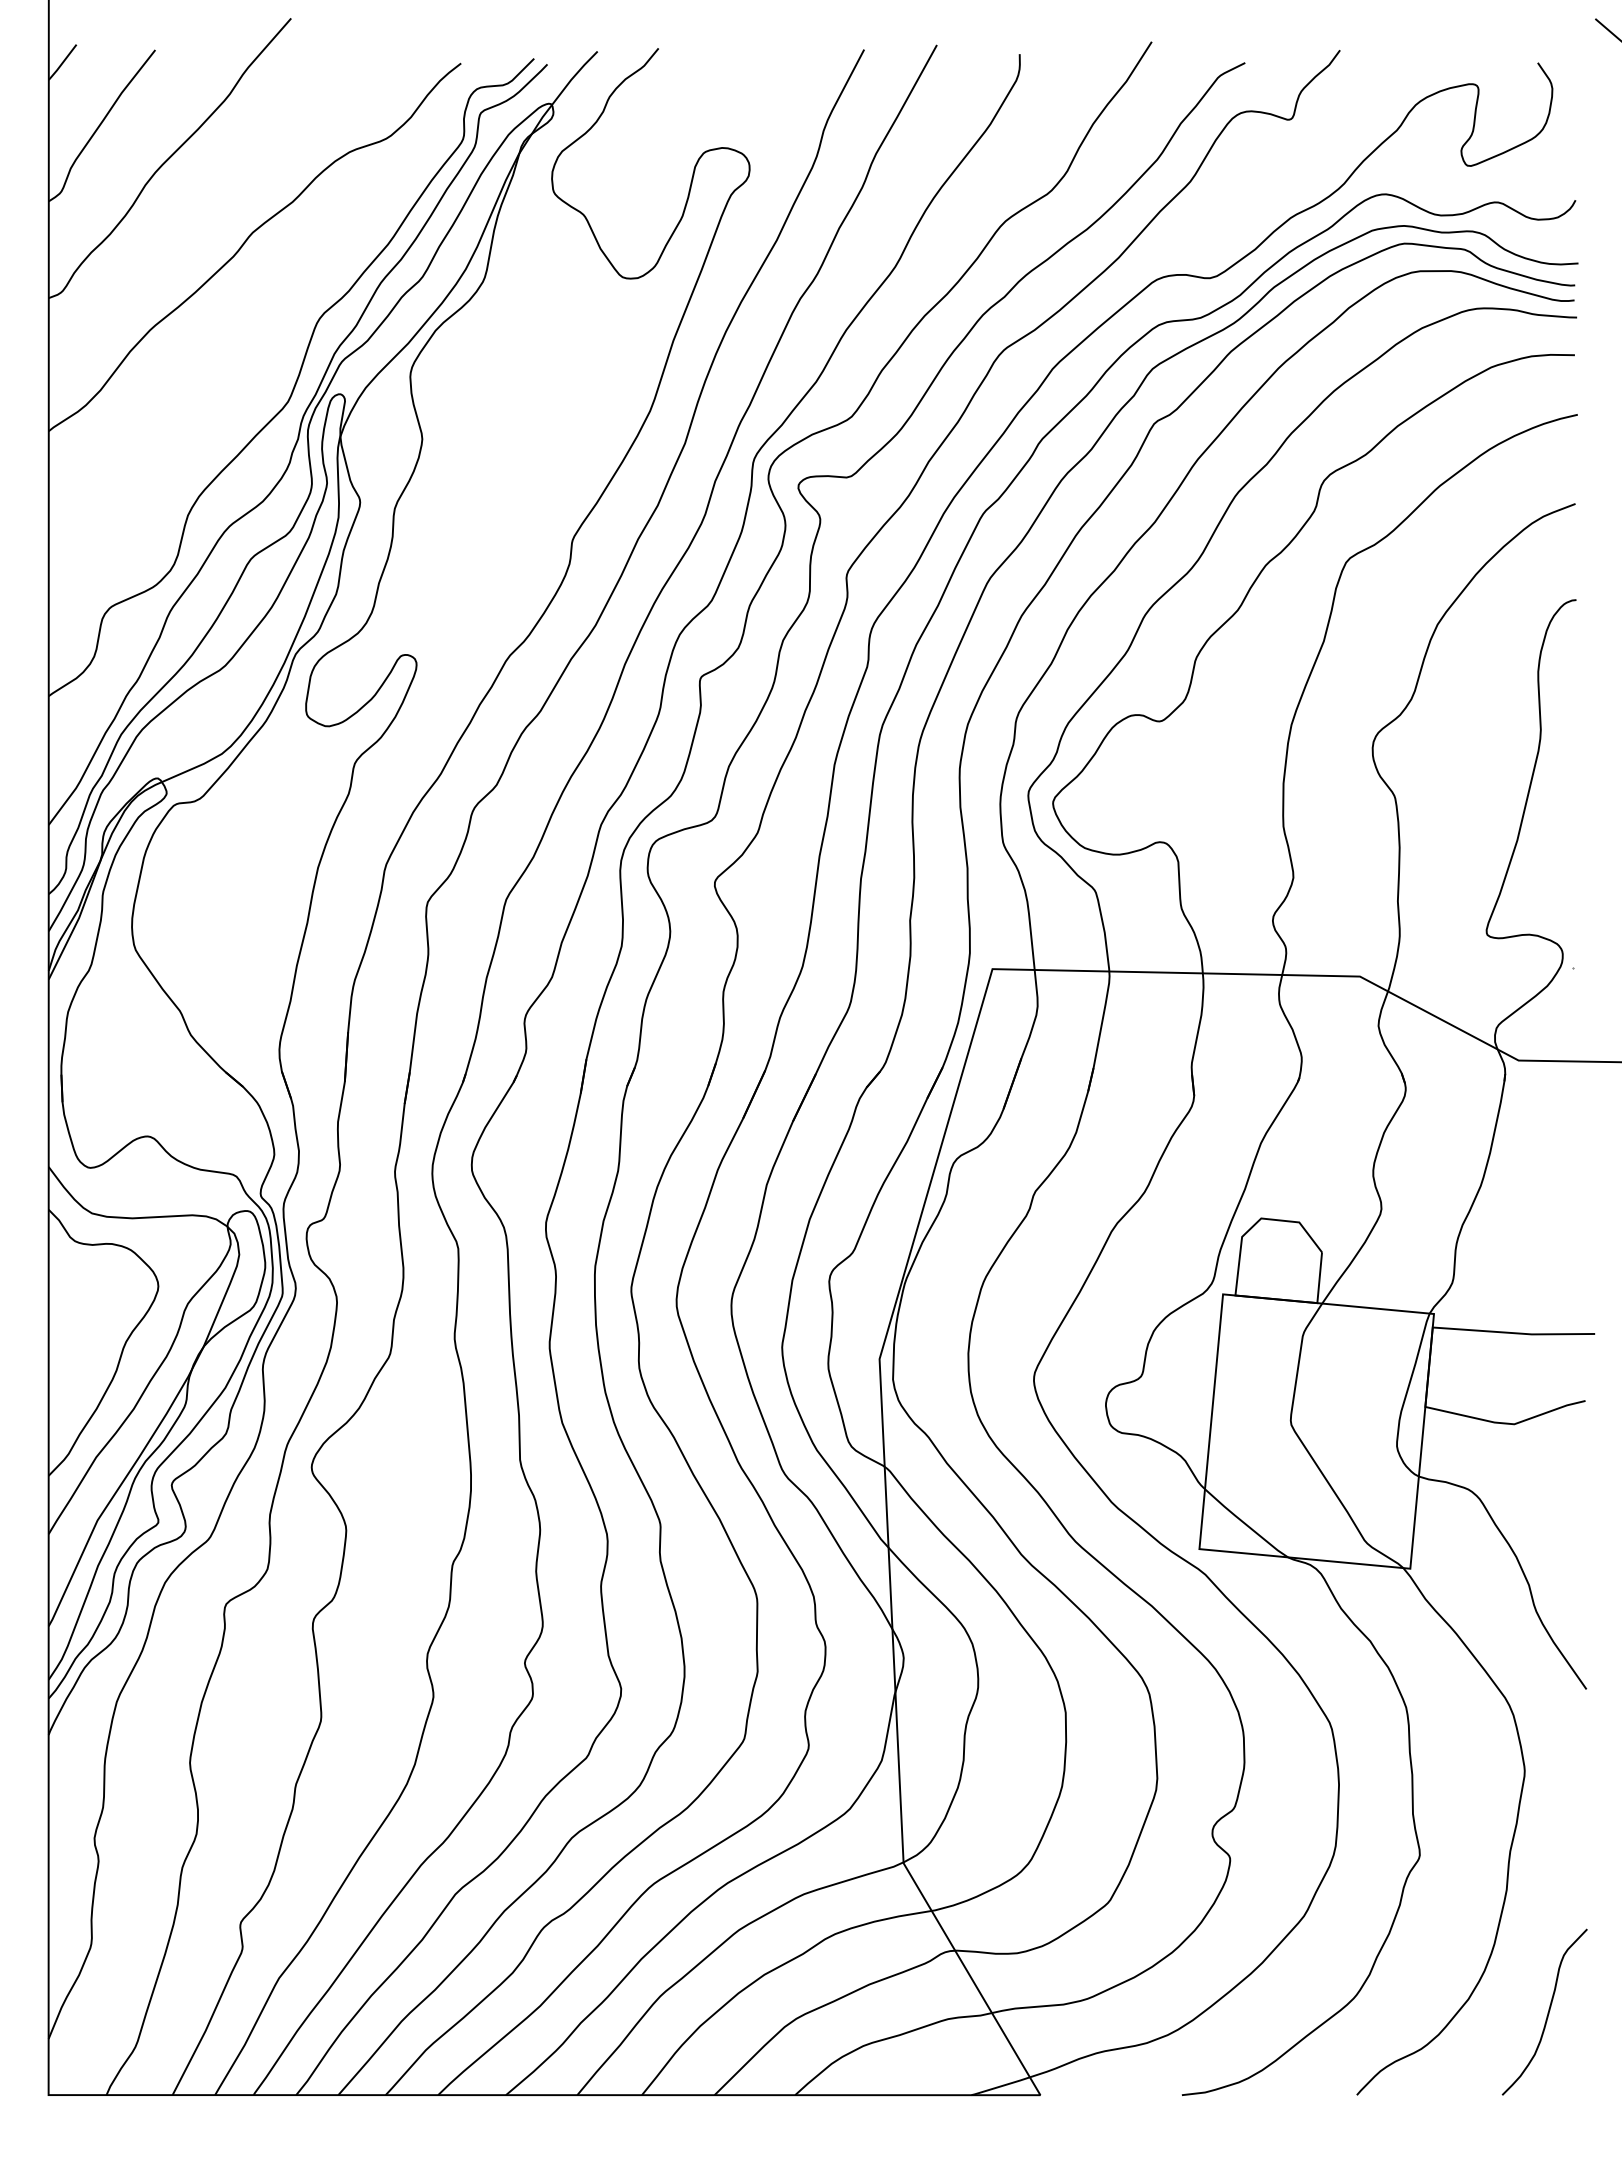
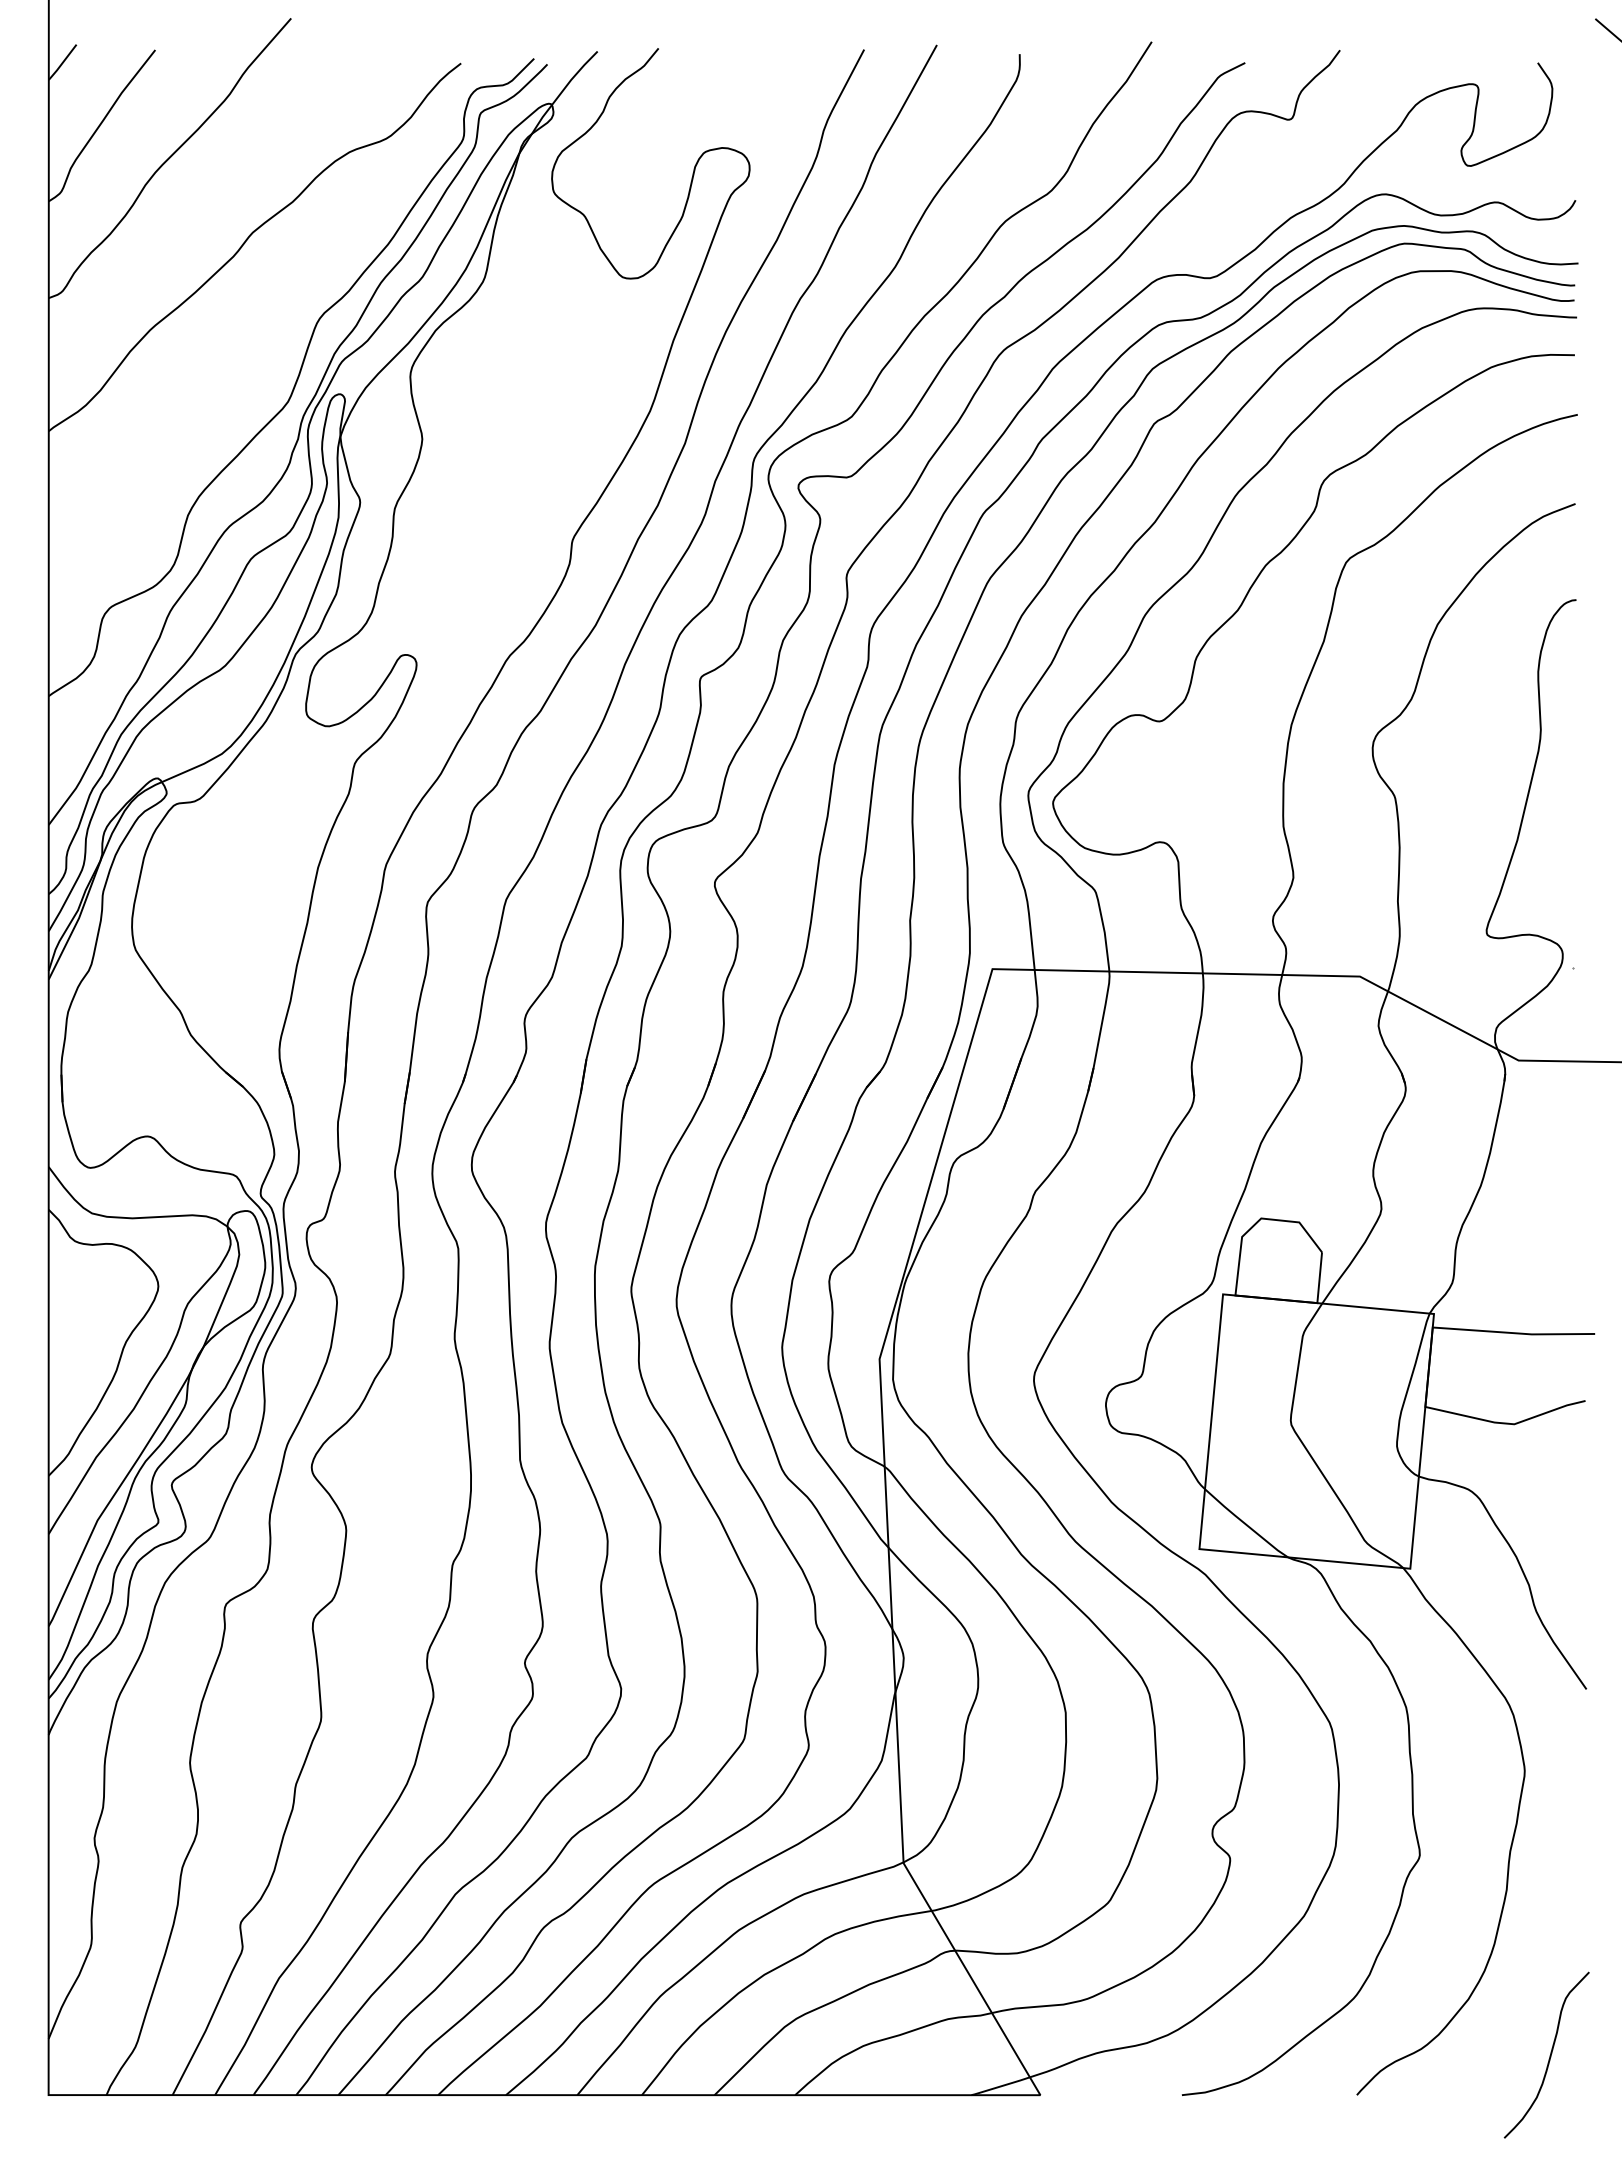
curve at (1547, 2012) position: (1547, 2012) -> (1549, 2055)
